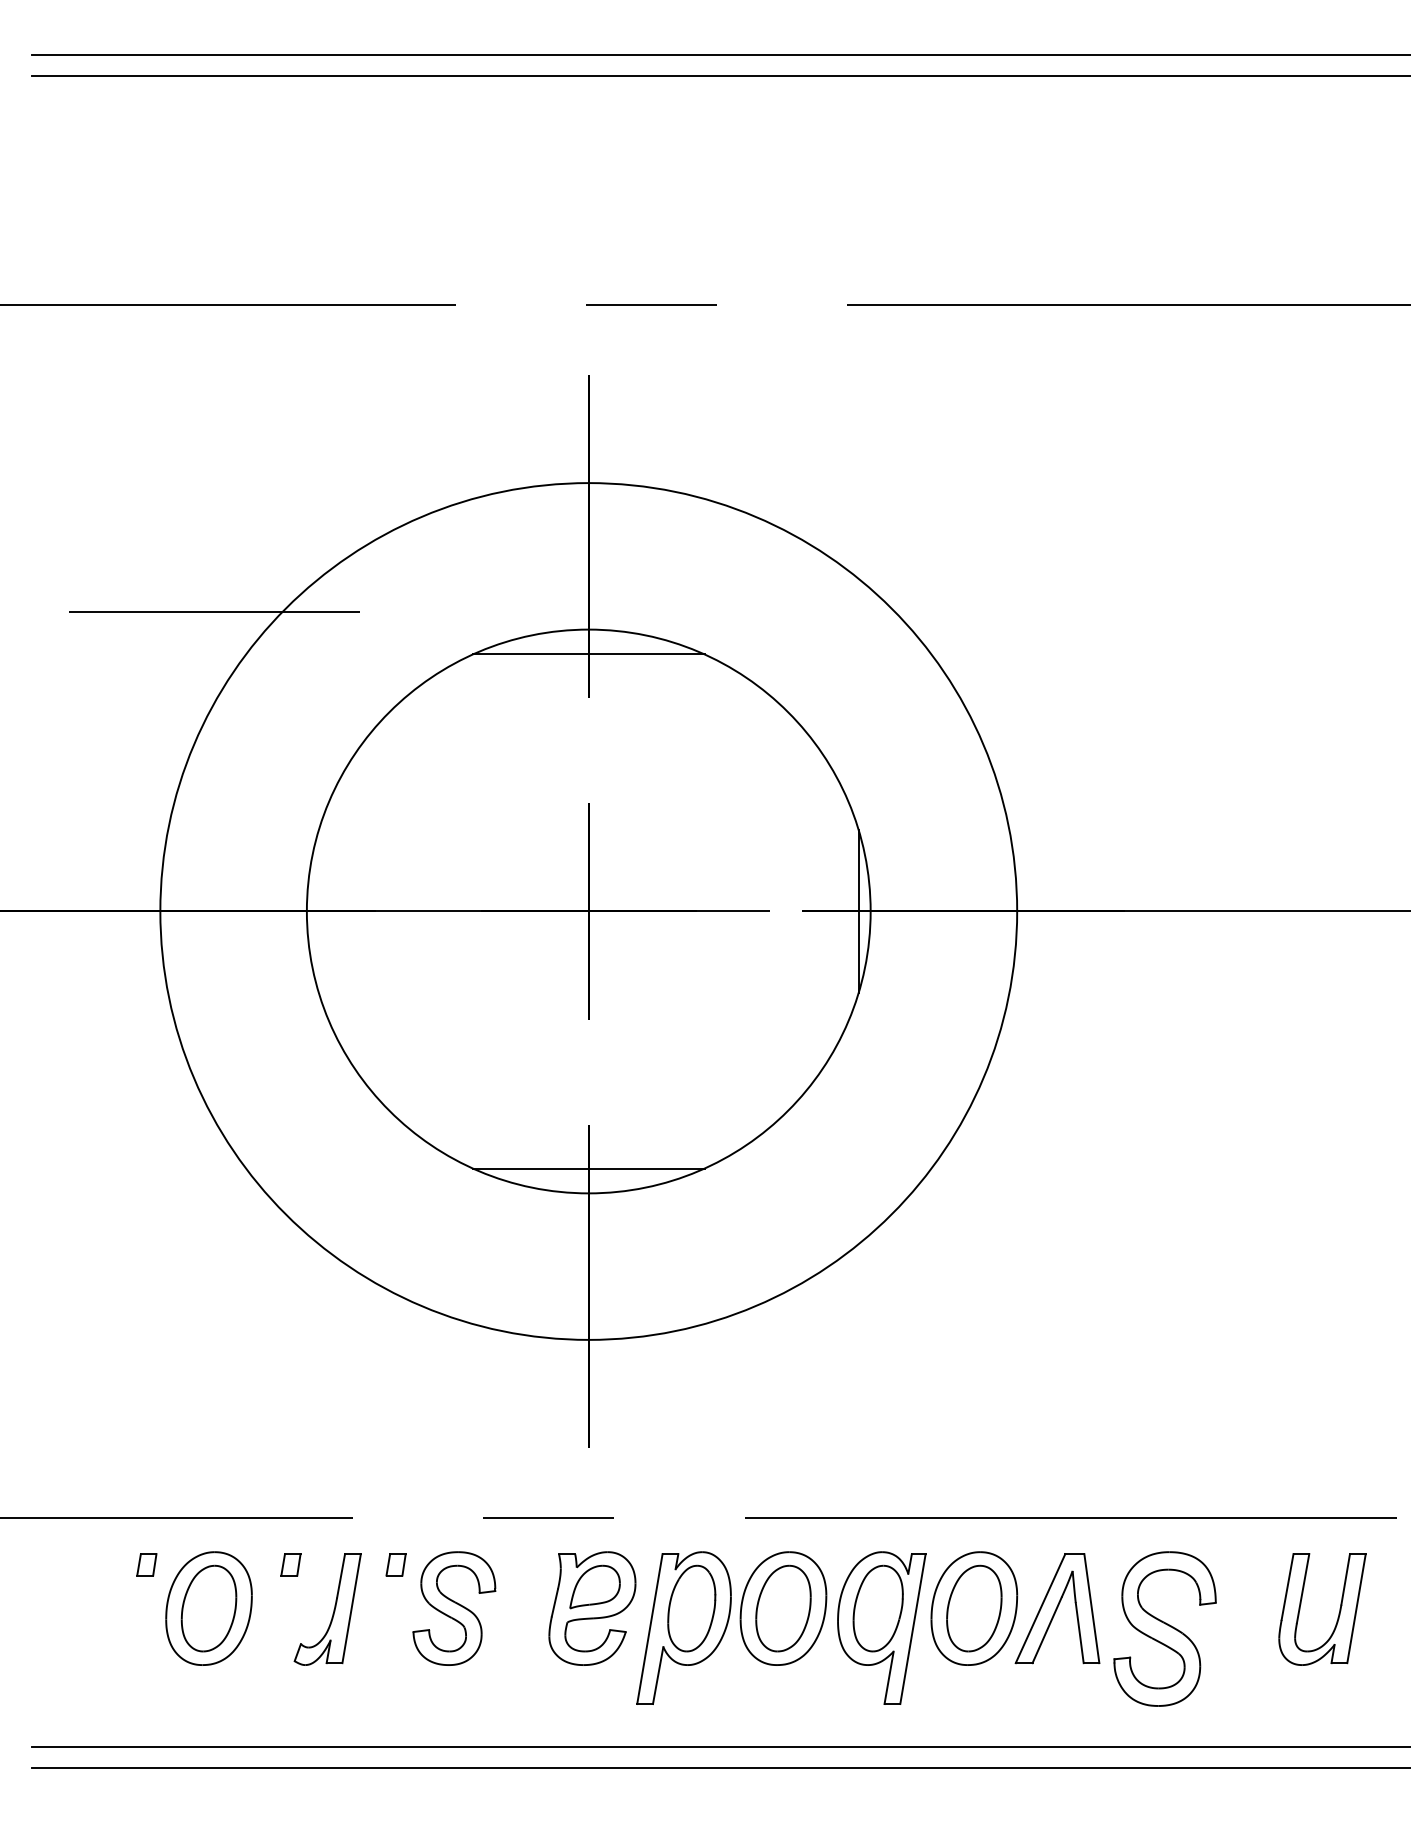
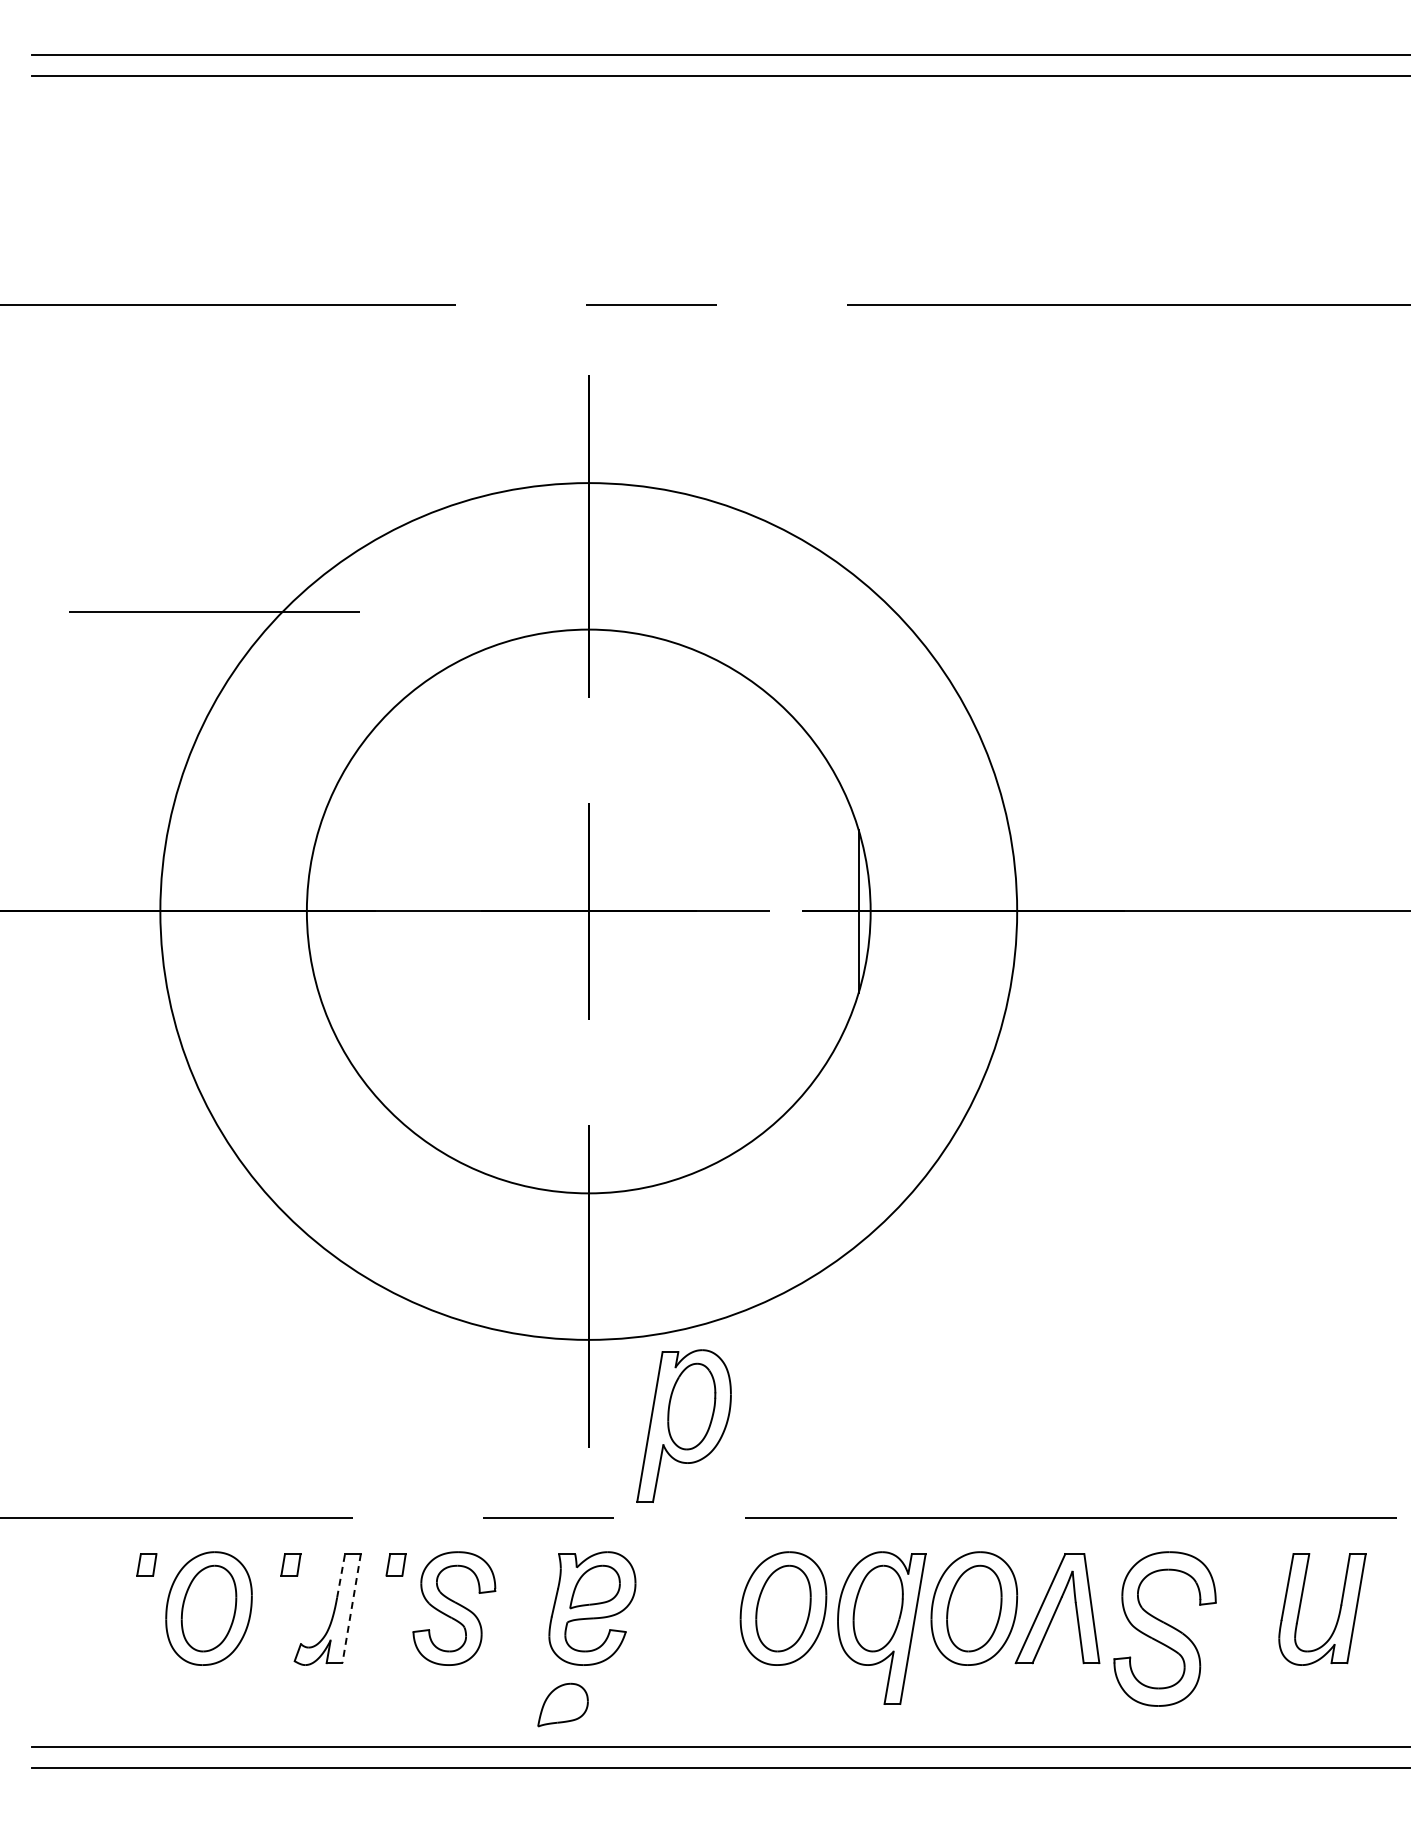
line at (588, 654): present -> none
line at (588, 1168): present -> none
line at (341, 1575): solid -> dashed
line at (351, 1609): solid -> dashed
part at (683, 1627) position: (683, 1627) -> (683, 1425)
part at (562, 1704): none -> present
